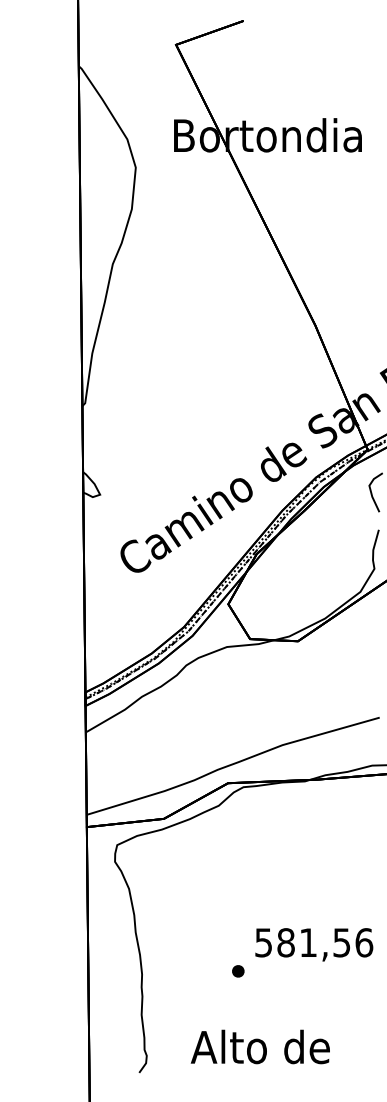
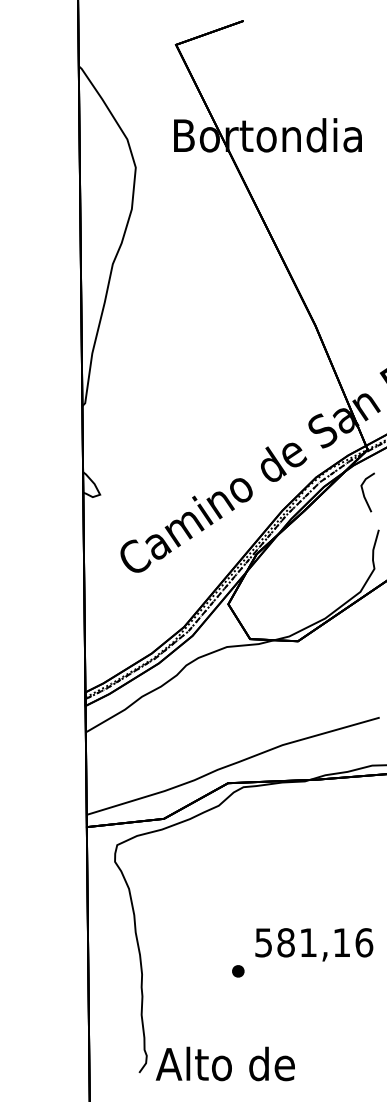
line at (372, 492) position: (372, 492) -> (364, 492)
text at (341, 942): 581,56 -> 581,16
text at (259, 1046) position: (259, 1046) -> (224, 1063)
